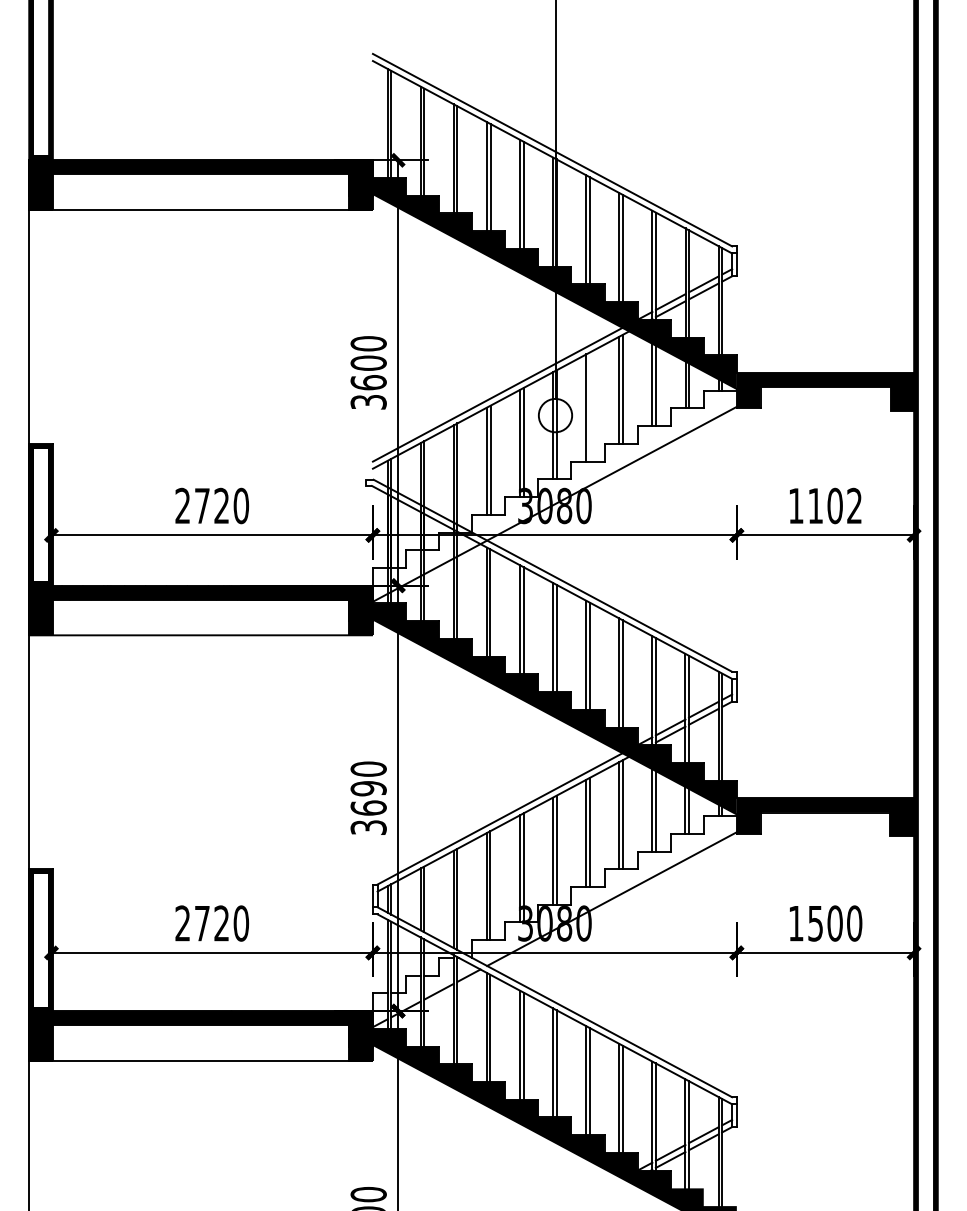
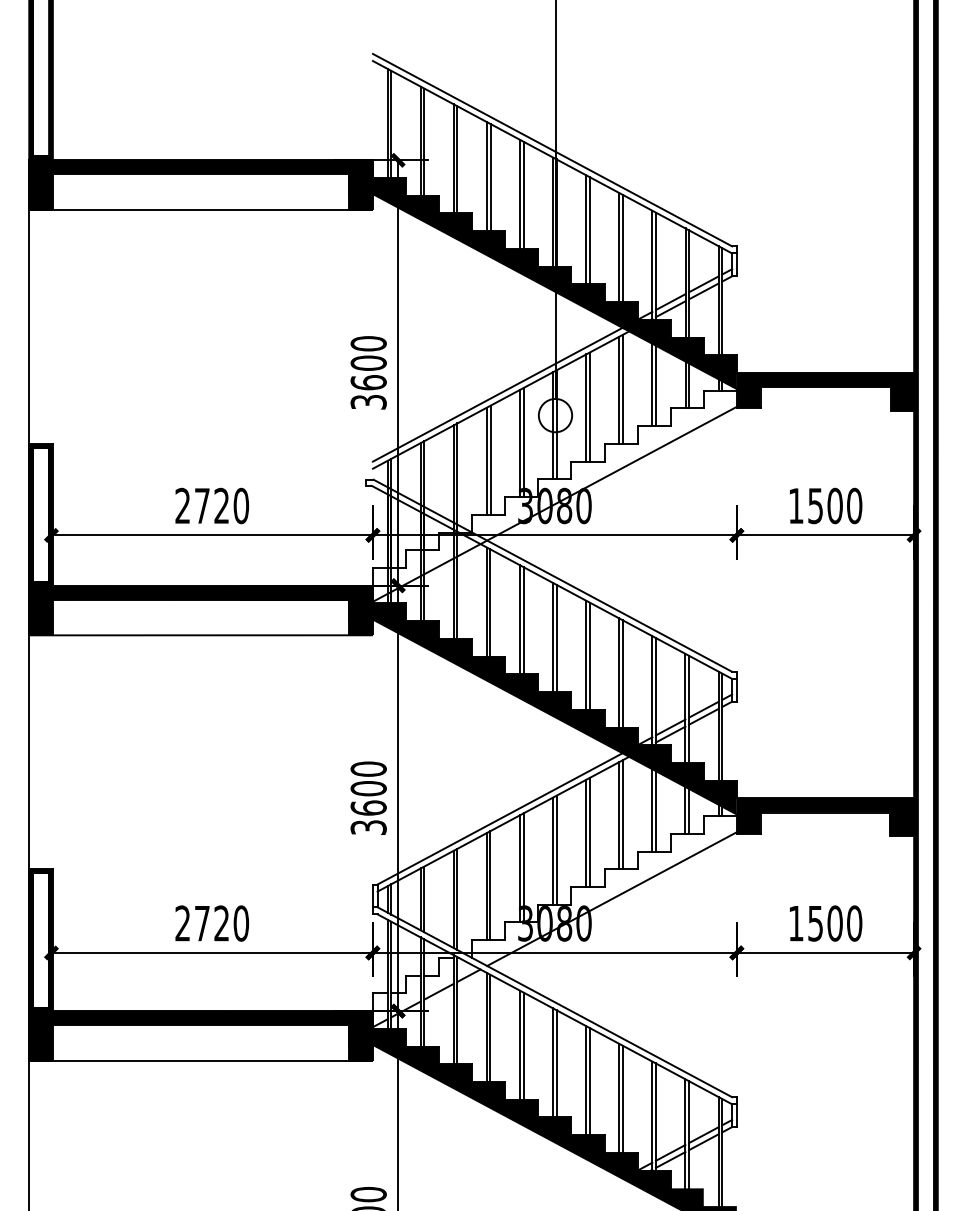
line at (589, 406): none -> present
text at (835, 505): 1102 -> 1500
text at (368, 788): 3690 -> 3600
